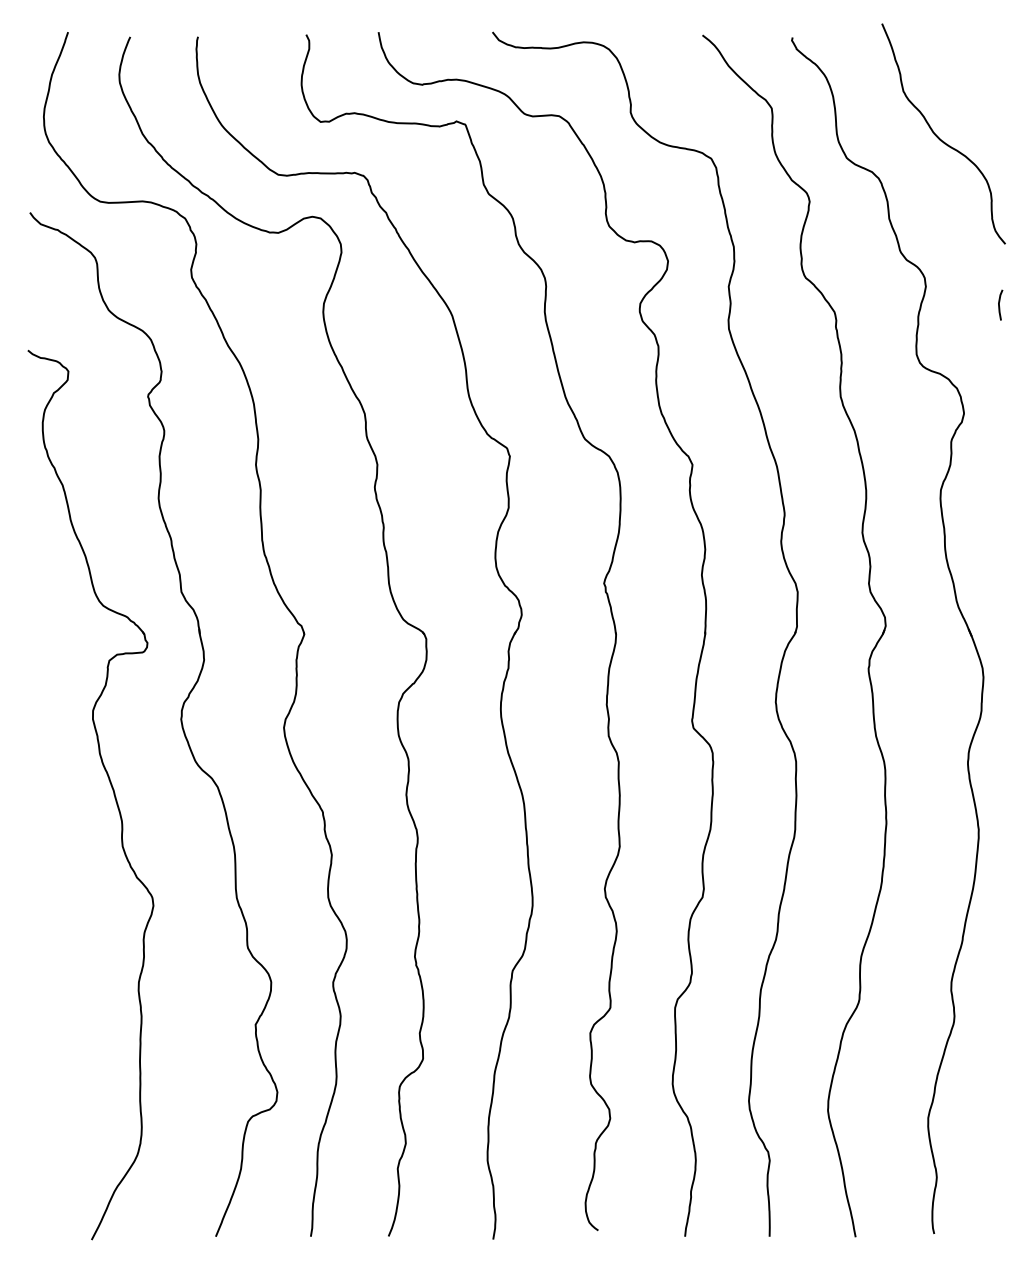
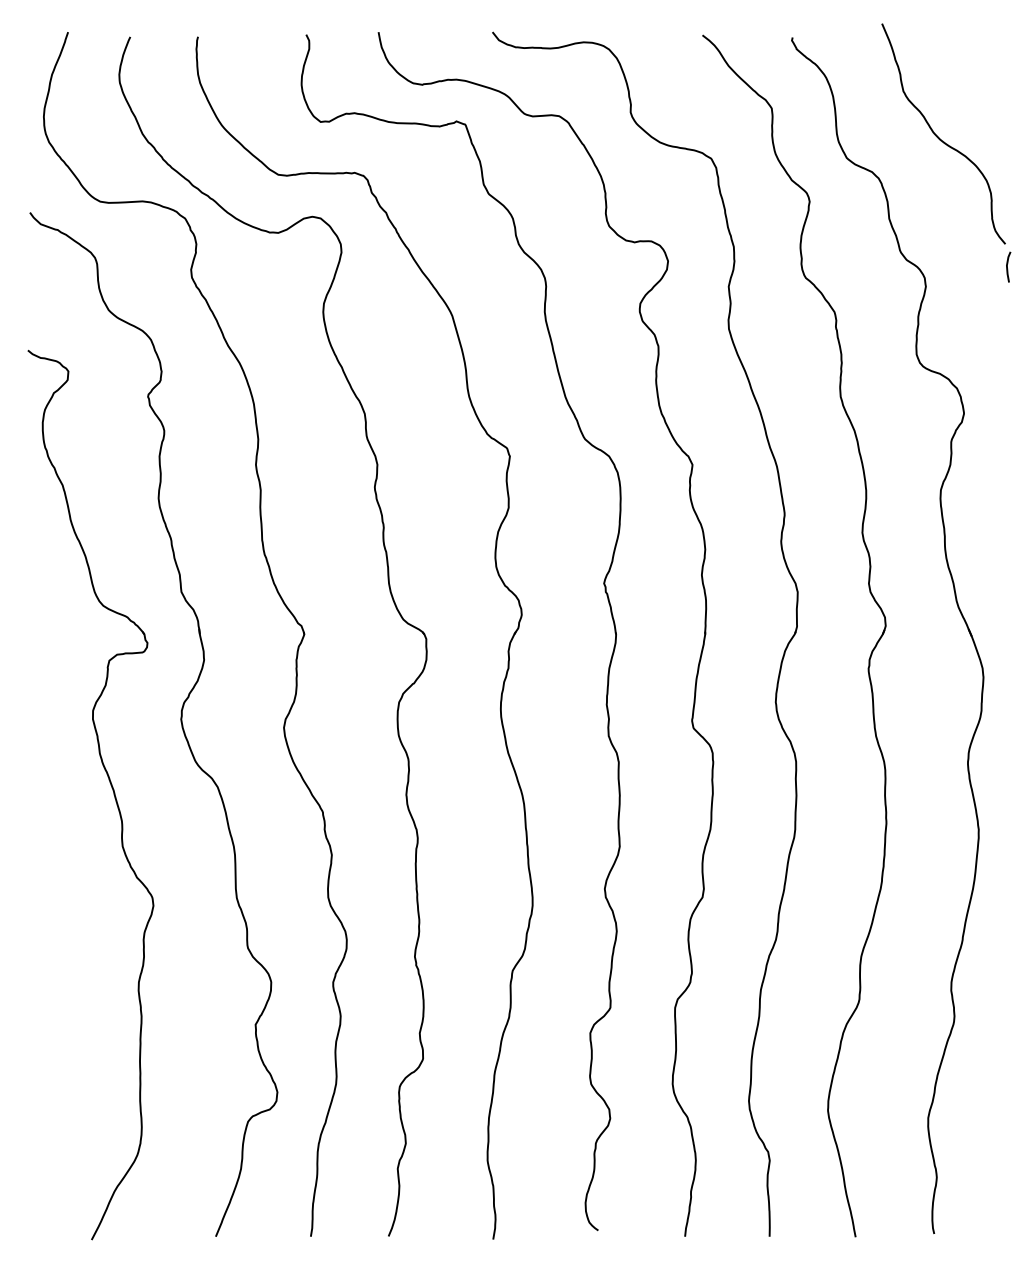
line at (999, 304) position: (999, 304) -> (1007, 266)
